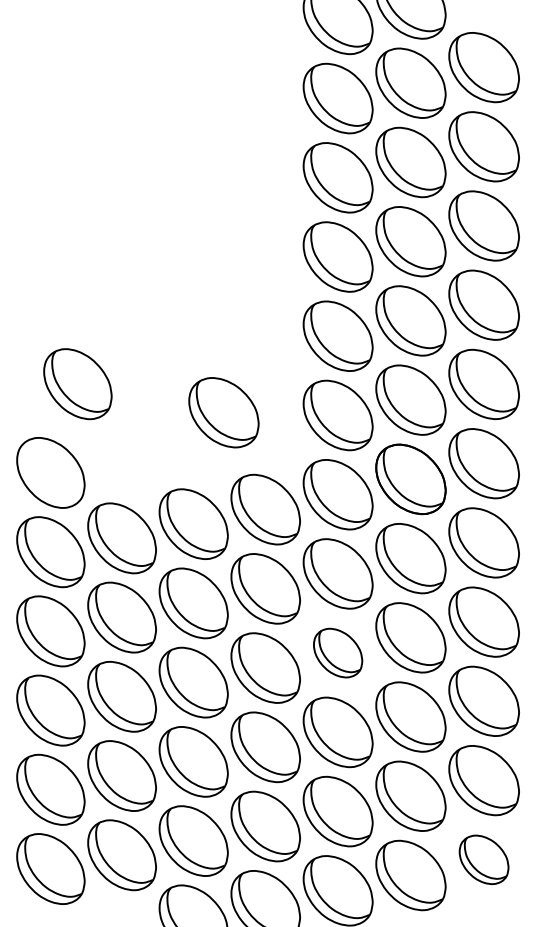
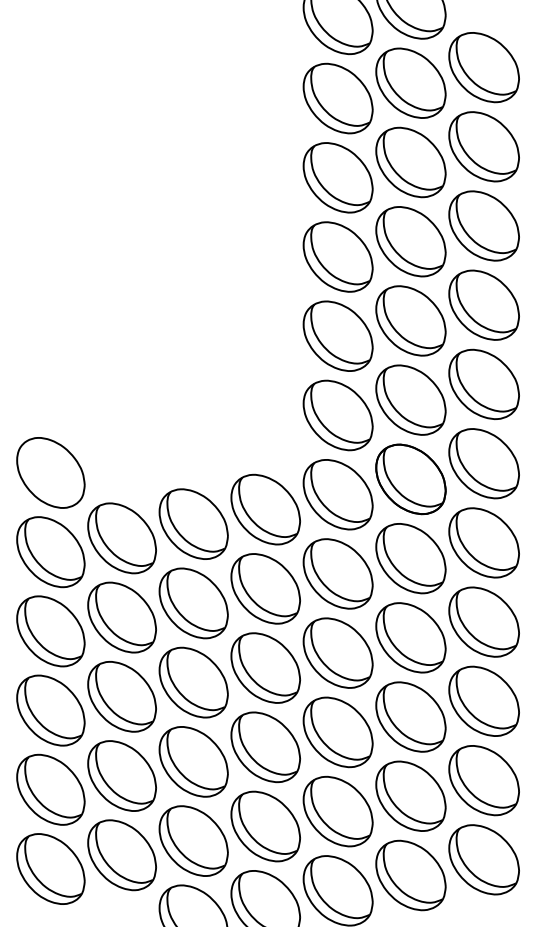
part at (77, 384): present -> none
part at (223, 412): present -> none
part at (338, 652) size: 51x52 px -> 72x72 px
part at (483, 859) size: 52x51 px -> 72x72 px
